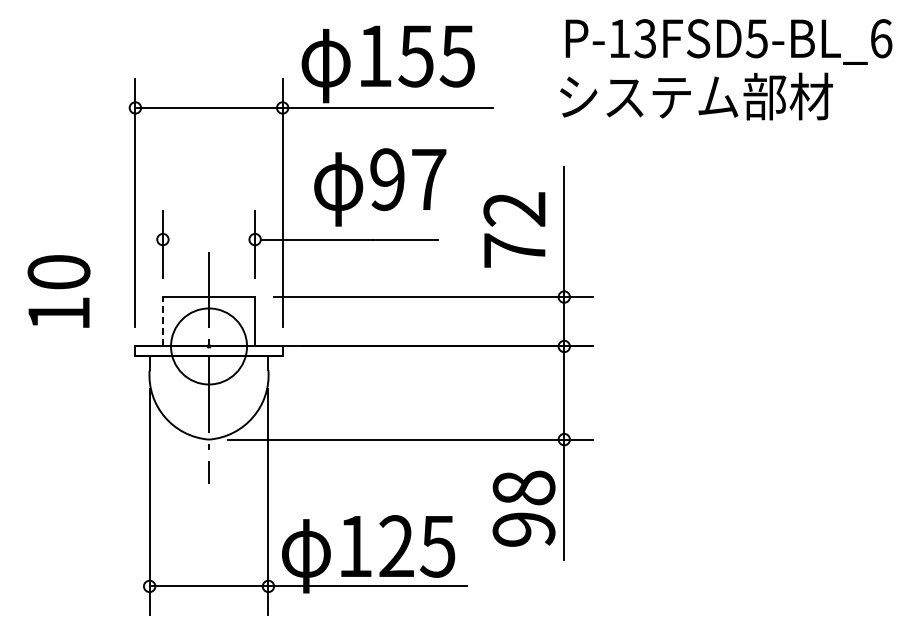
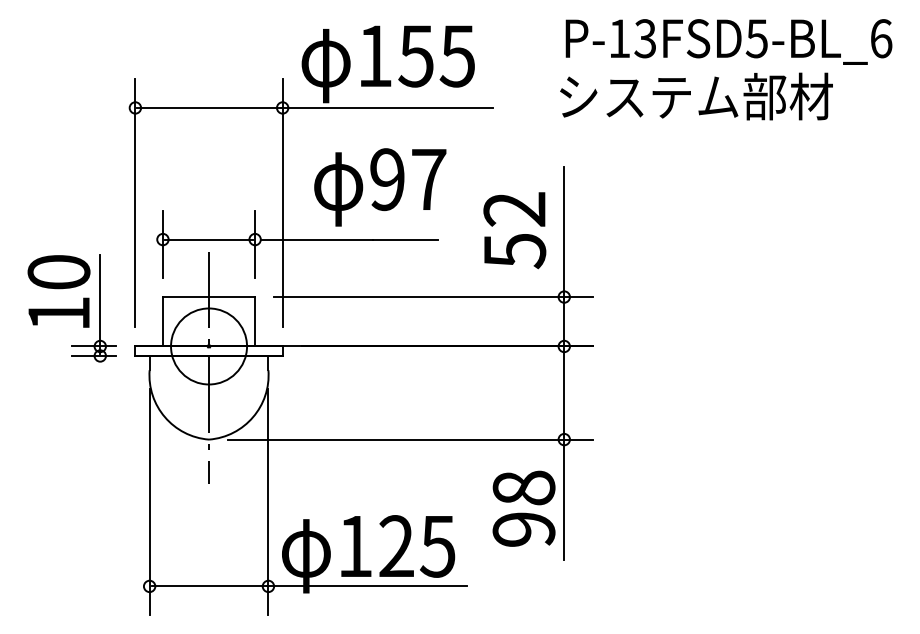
line at (208, 239): none -> present
text at (515, 251): 72 -> 52
part at (93, 308): none -> present
line at (162, 321): dashed -> solid
